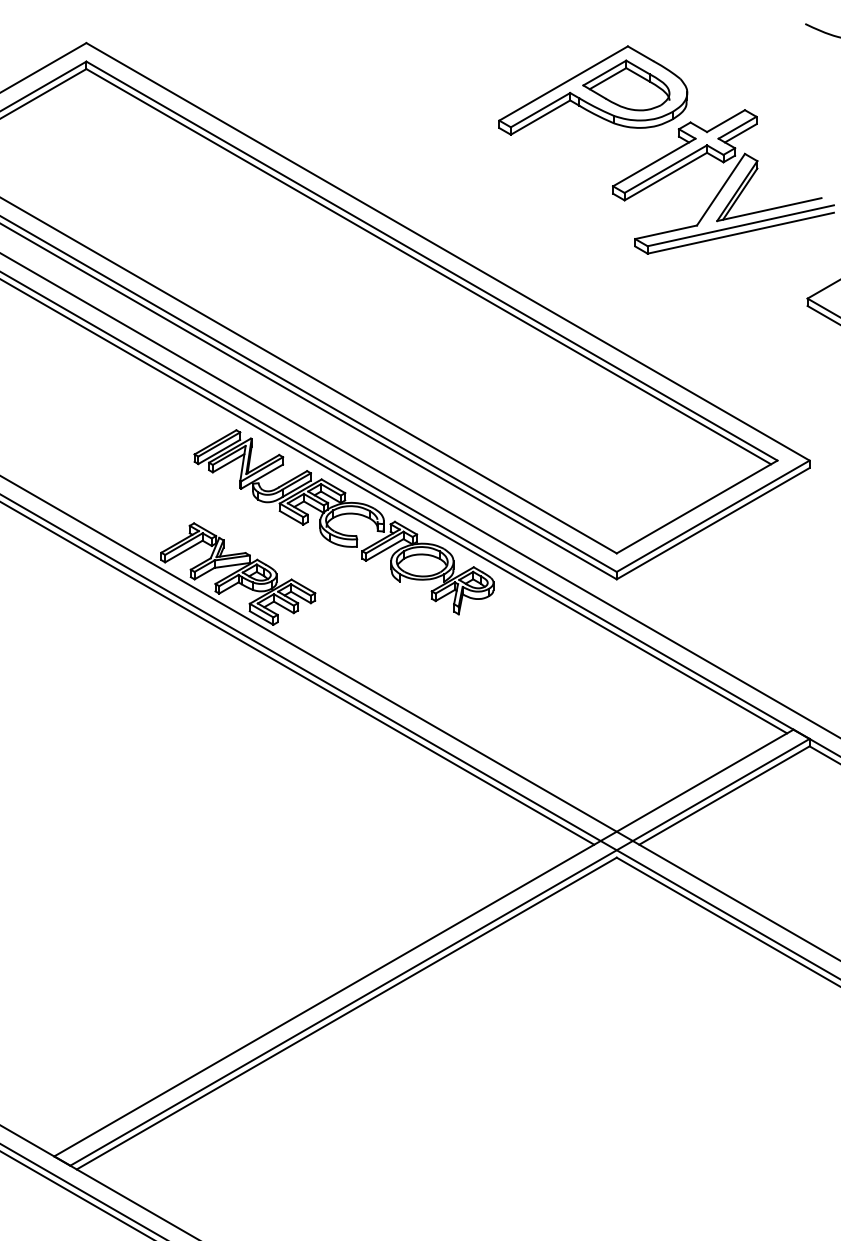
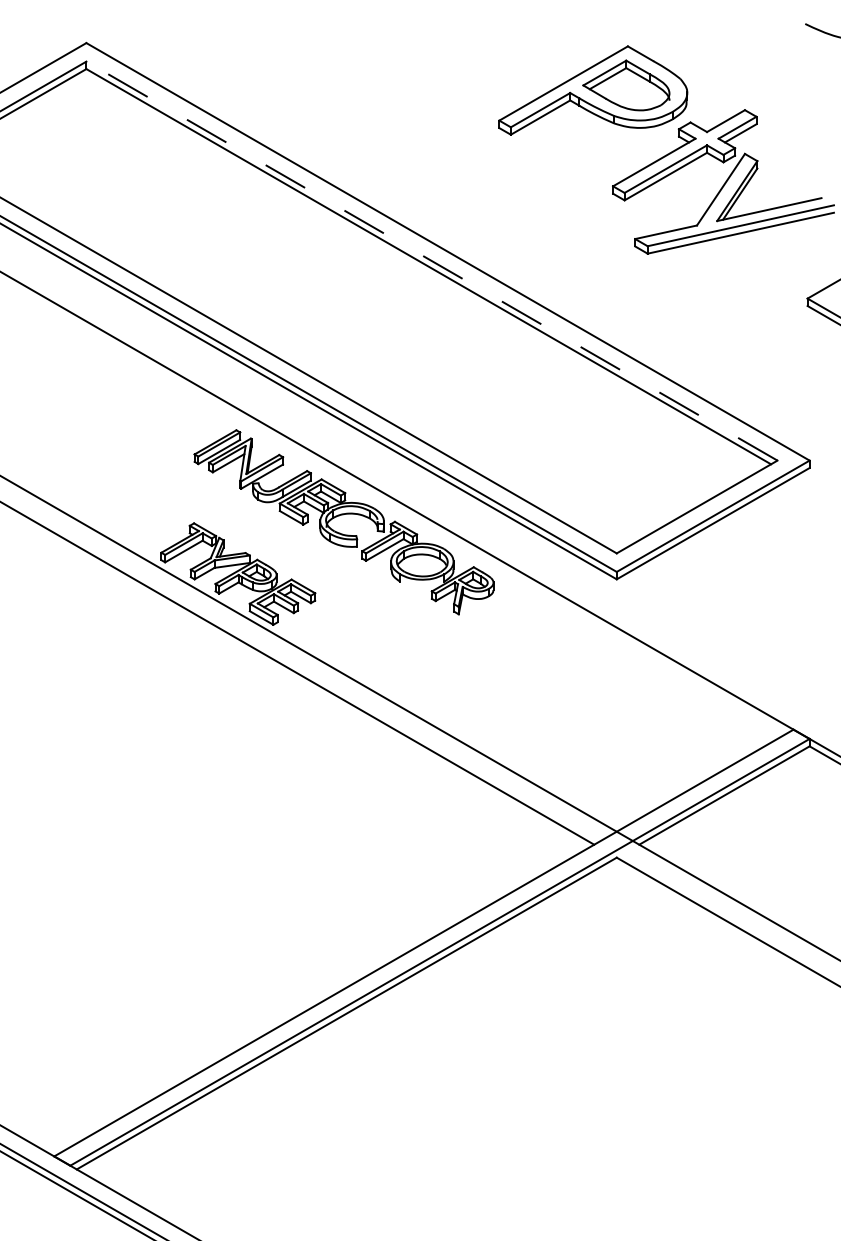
line at (431, 261): solid -> dashed
line at (419, 495): present -> none
line at (394, 506): present -> none
line at (419, 736): present -> none
